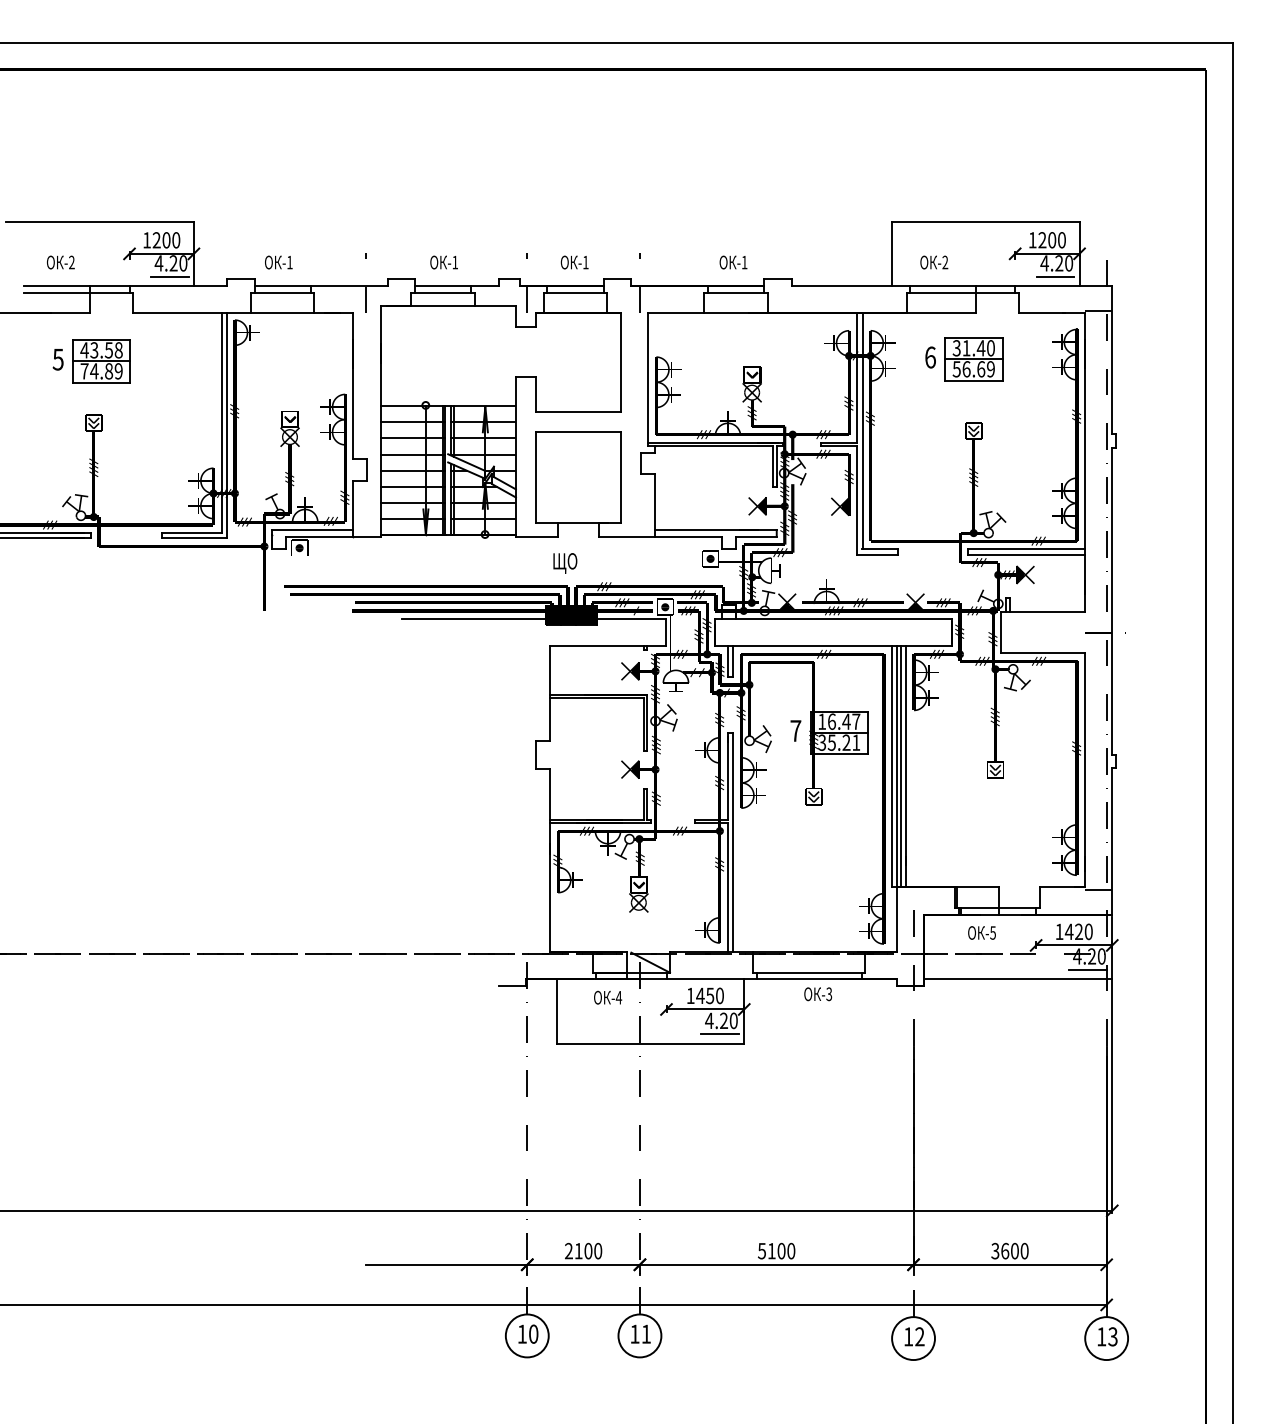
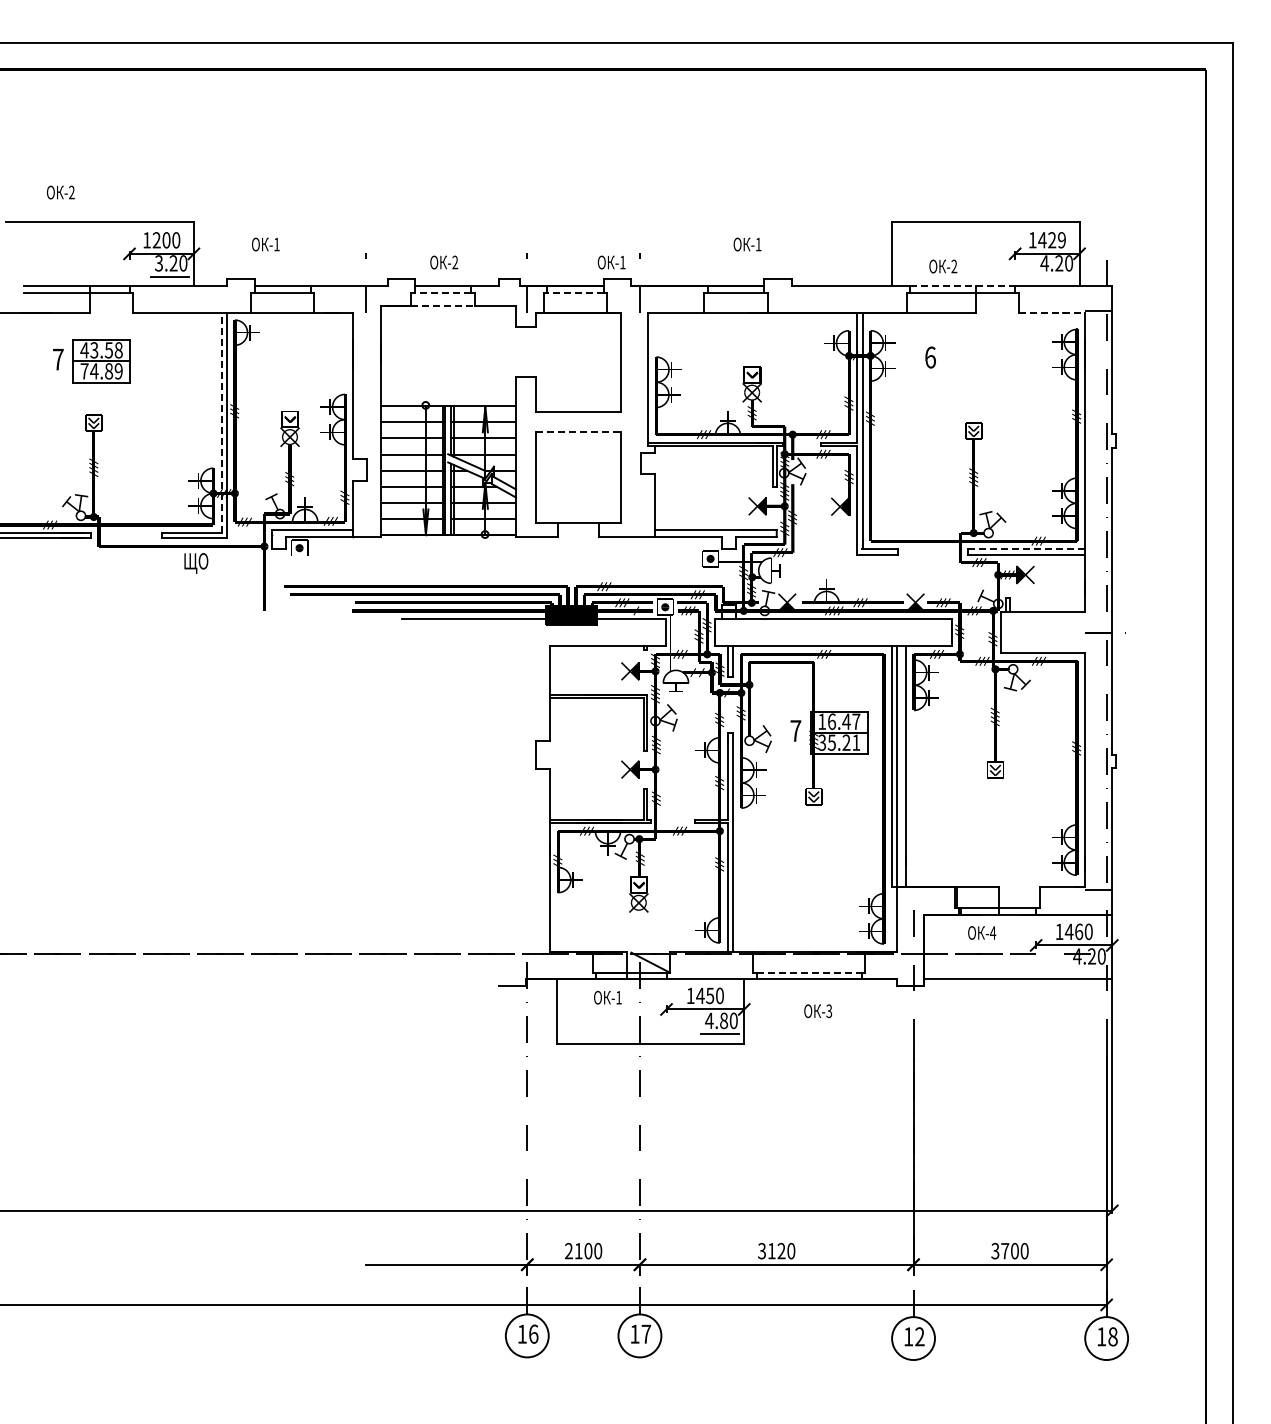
text at (1051, 240): 1200 -> 1429
text at (60, 262) position: (60, 262) -> (60, 192)
text at (278, 262) position: (278, 262) -> (265, 244)
text at (455, 262): -1 -> -2
text at (574, 262) position: (574, 262) -> (611, 262)
text at (733, 262) position: (733, 262) -> (747, 244)
text at (934, 262) position: (934, 262) -> (943, 266)
text at (158, 263): 4.20 -> 3.20
line at (1055, 276): present -> none
line at (962, 286): solid -> dashed
line at (442, 292): solid -> dashed
line at (575, 292): solid -> dashed
line at (443, 306): solid -> dashed
line at (1052, 313): solid -> dashed
text at (57, 359): 5 -> 7
part at (973, 359): present -> none
line at (221, 423): solid -> dashed
line at (579, 431): solid -> dashed
line at (1027, 549): solid -> dashed
text at (565, 563) position: (565, 563) -> (196, 563)
line at (900, 766): present -> none
text at (1079, 931): 1420 -> 1460
text at (992, 932): -5 -> -4
line at (1088, 969): present -> none
line at (809, 972): solid -> dashed
text at (818, 994) position: (818, 994) -> (818, 1011)
text at (618, 997): -4 -> -1
text at (724, 1020): 4.20 -> 4.80
text at (771, 1250): 5100 -> 3120
text at (1005, 1250): 3600 -> 3700
text at (533, 1333): 10 -> 16
text at (646, 1333): 11 -> 17
text at (1112, 1336): 13 -> 18
